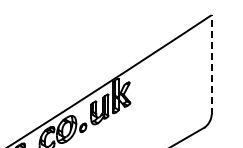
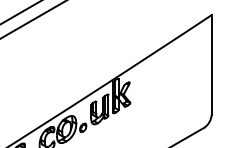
line at (20, 12): none -> present
line at (32, 19): none -> present
line at (211, 65): dashed -> solid
